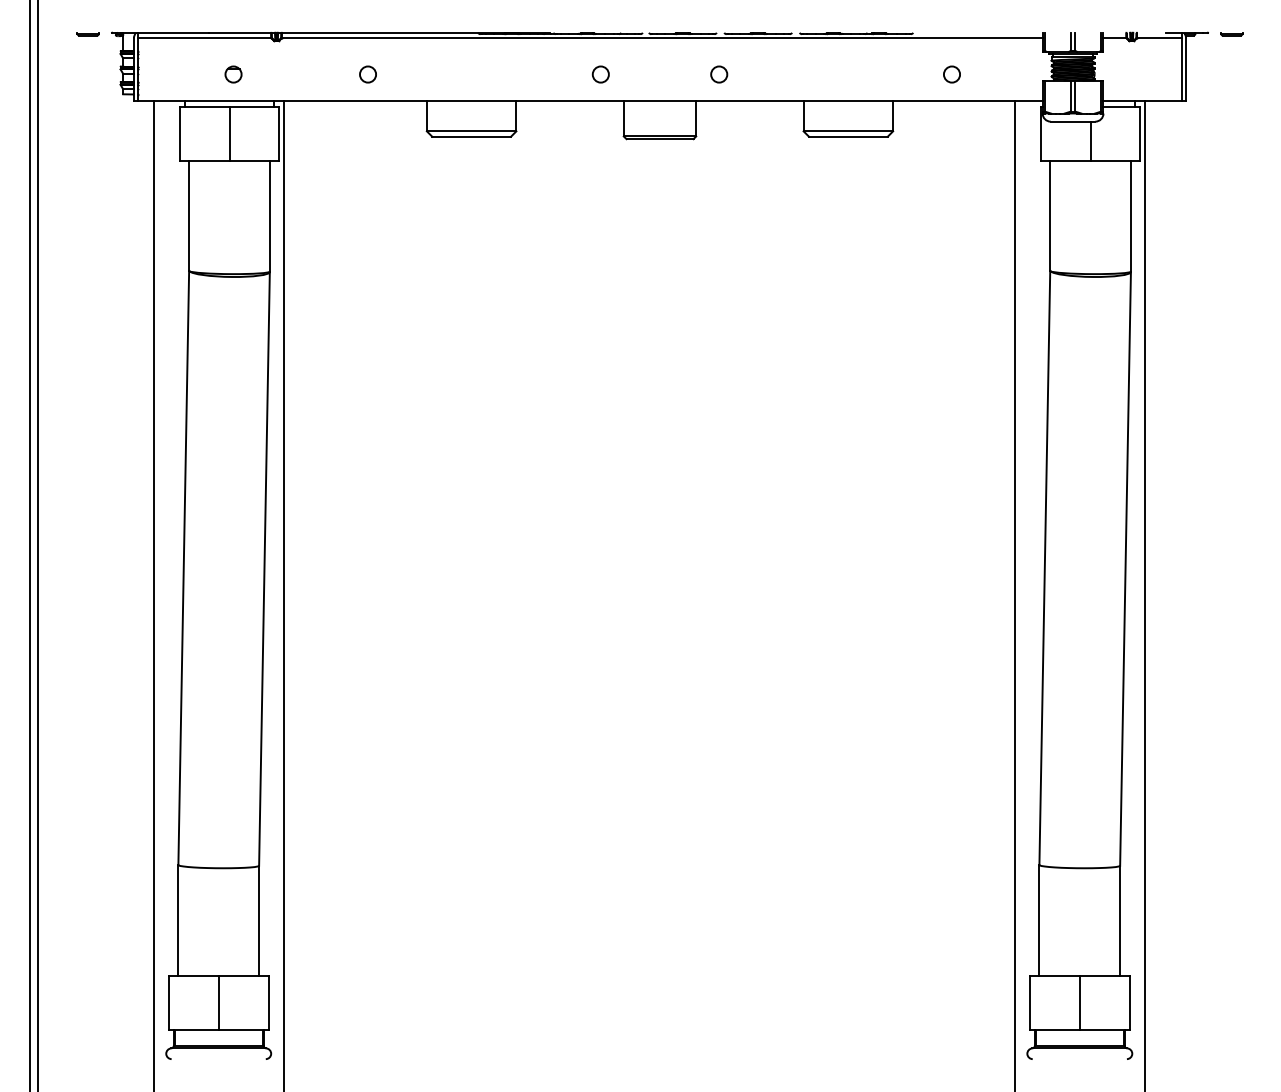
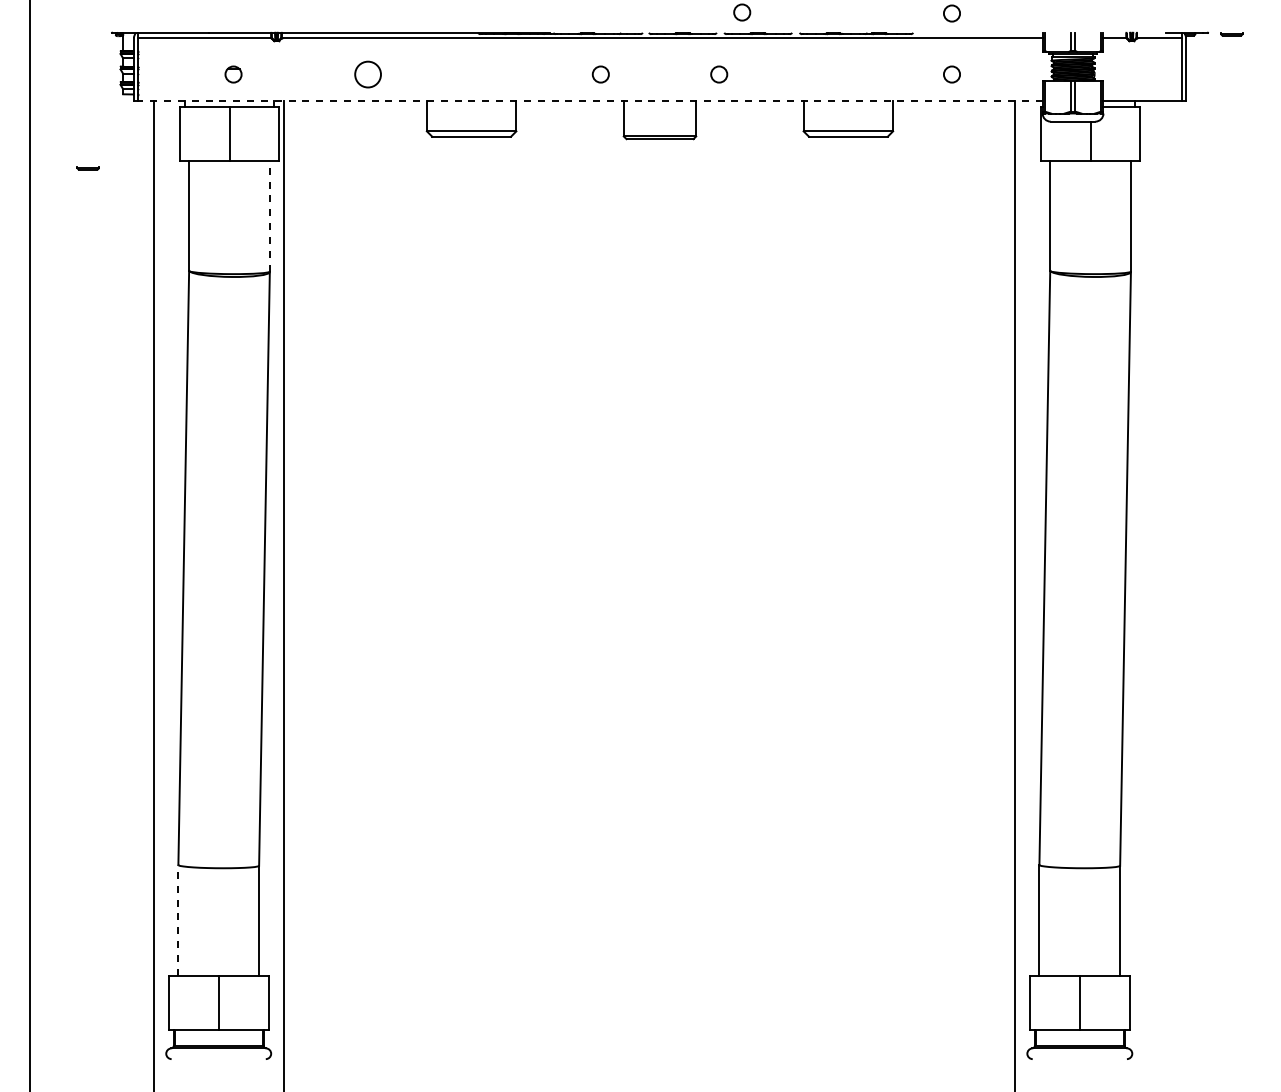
circle at (742, 12): none -> present
circle at (951, 13): none -> present
line at (87, 34) position: (87, 34) -> (87, 168)
circle at (367, 74) size: 18x19 px -> 28x29 px
line at (589, 101): solid -> dashed
line at (269, 215): solid -> dashed
line at (38, 545): present -> none
line at (1144, 594): present -> none
line at (178, 919): solid -> dashed
